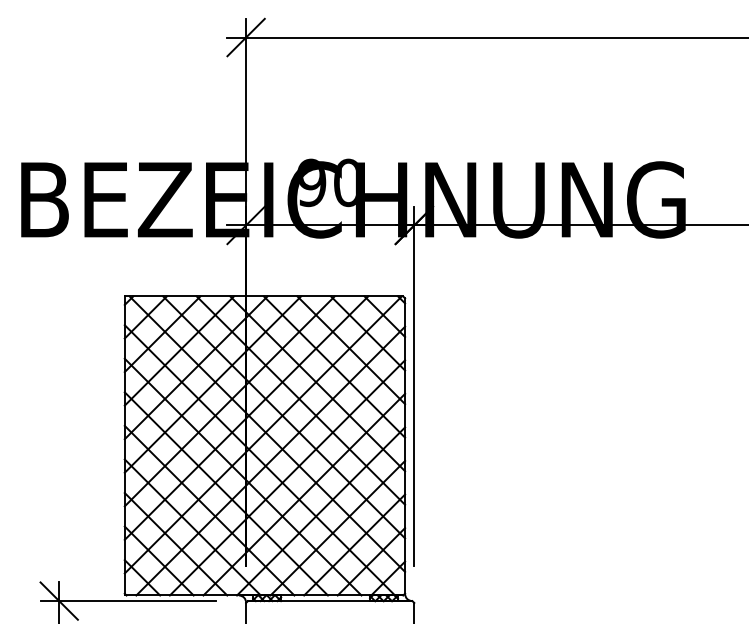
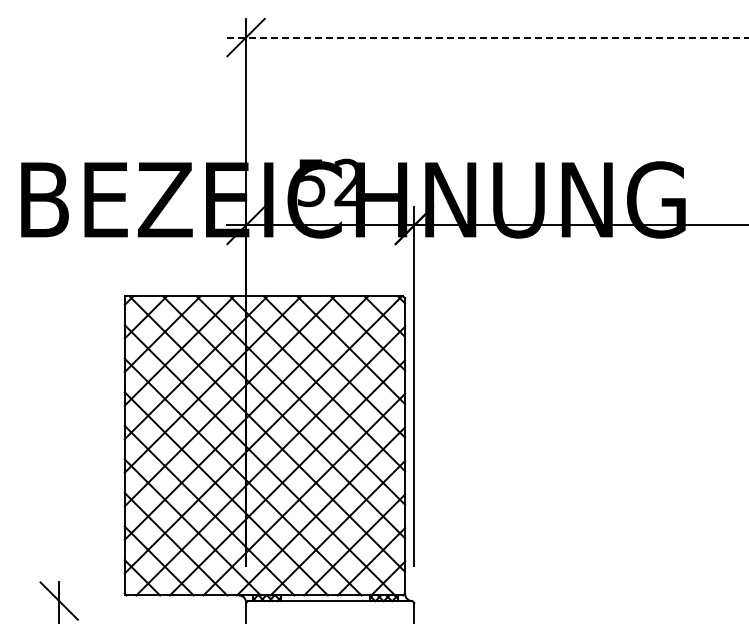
line at (488, 37): solid -> dashed
text at (327, 182): 90 -> 52
line at (127, 601): present -> none
